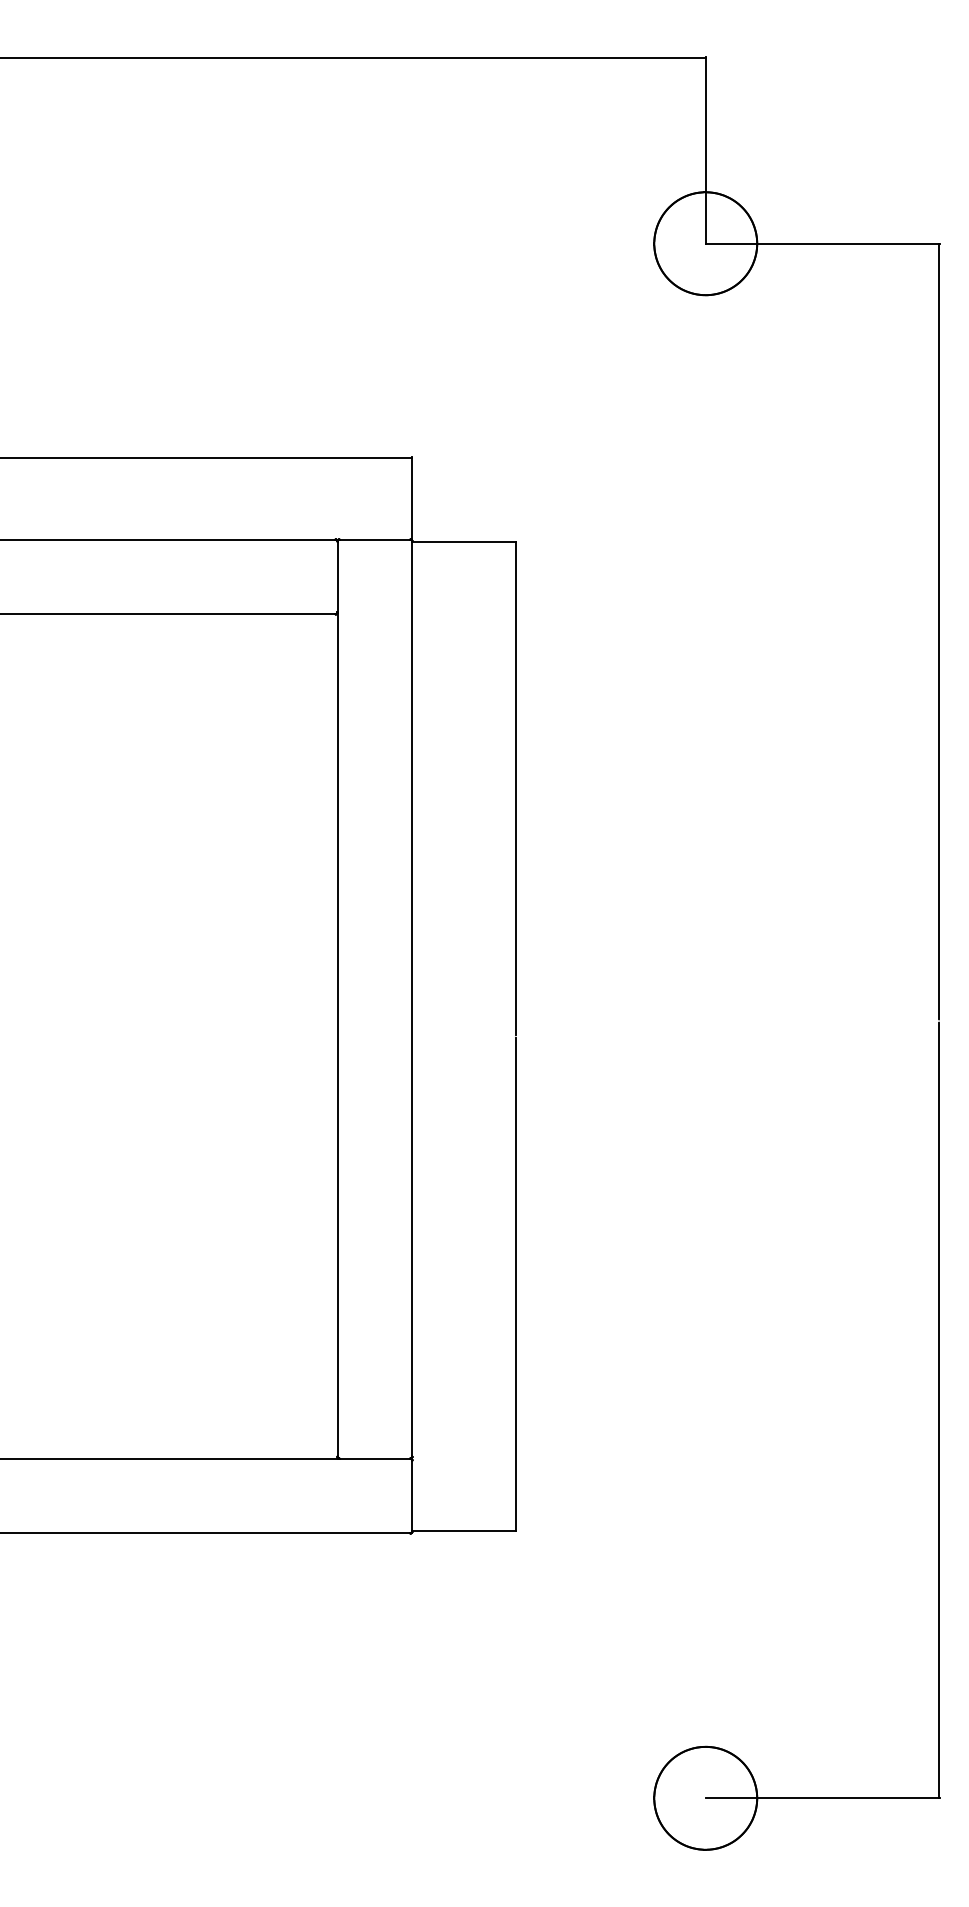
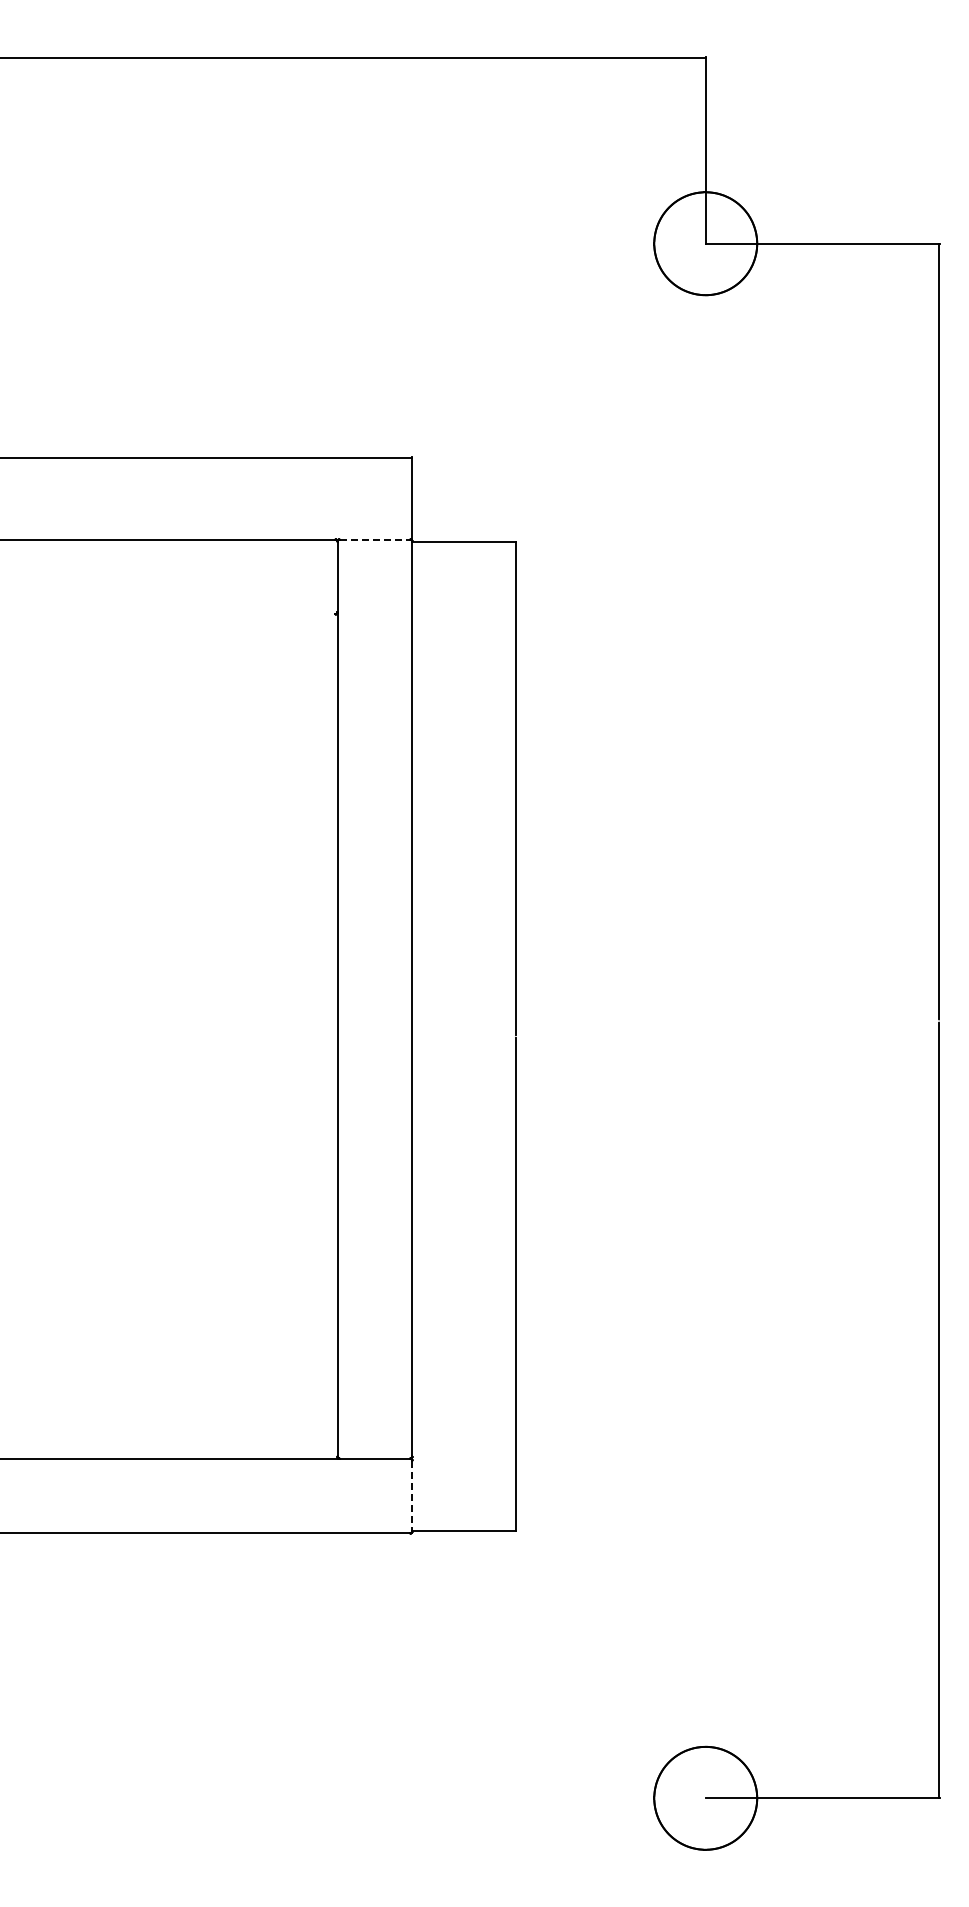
line at (375, 539): solid -> dashed
line at (168, 614): present -> none
line at (412, 1496): solid -> dashed
